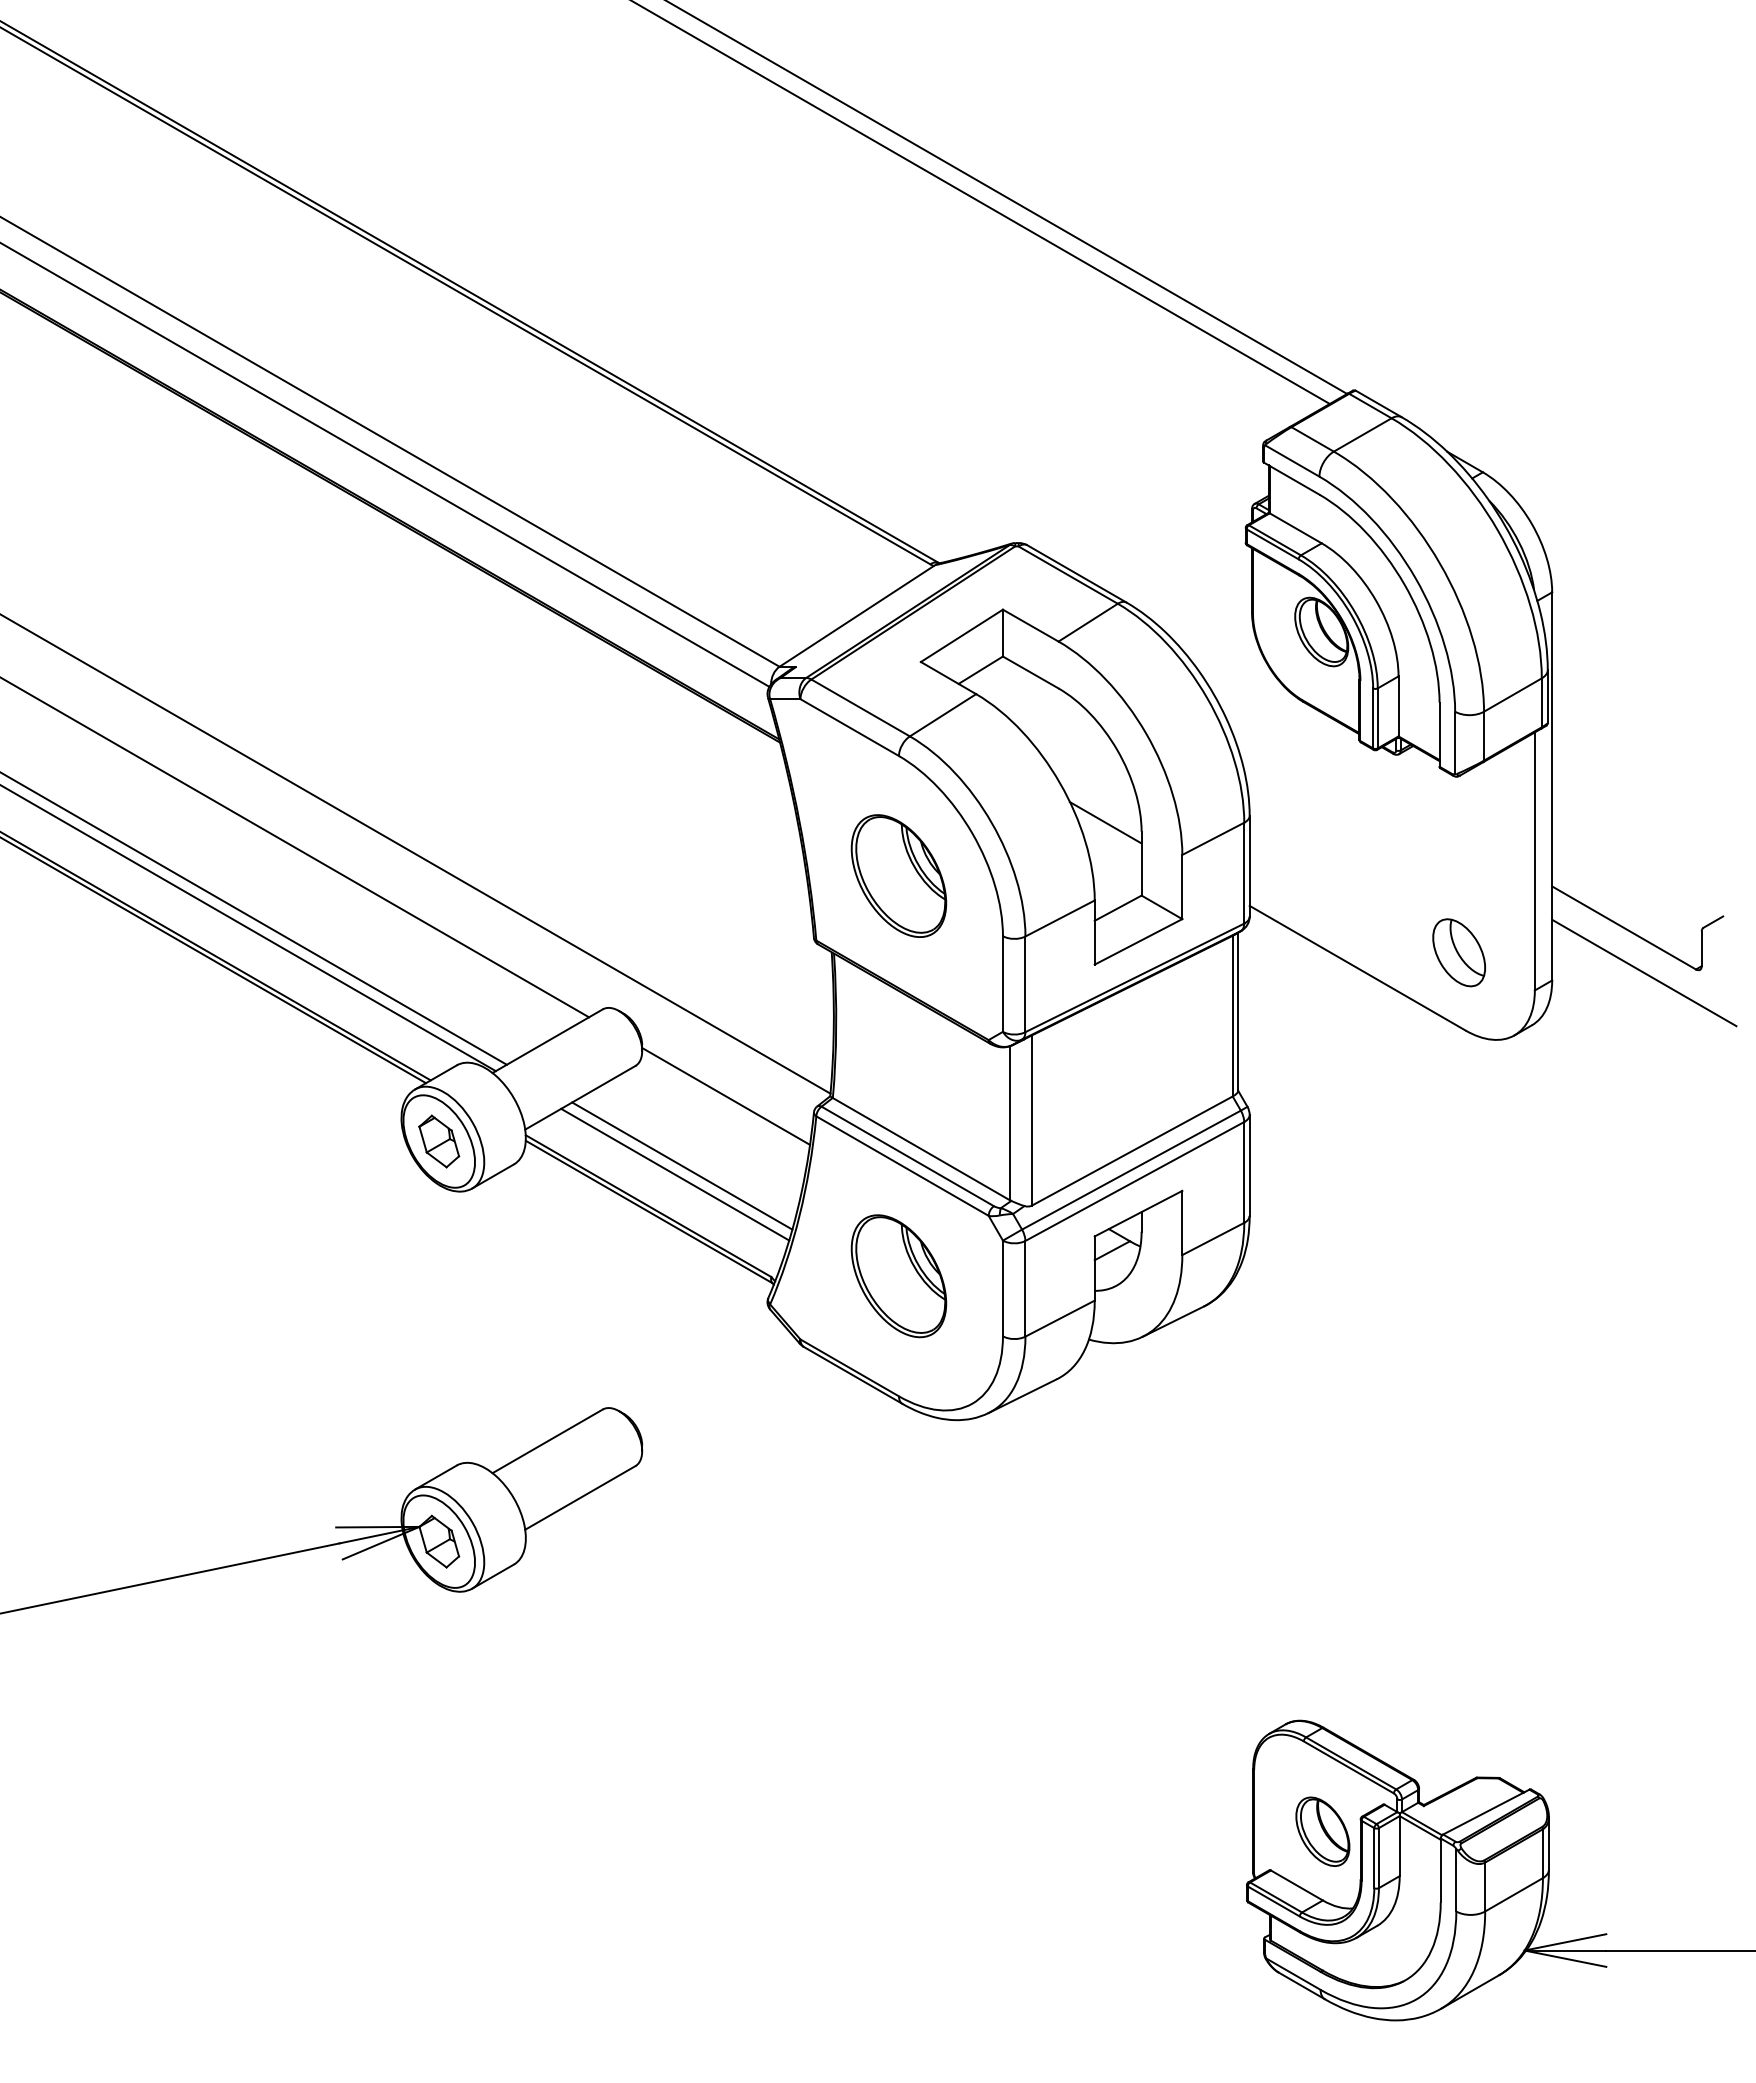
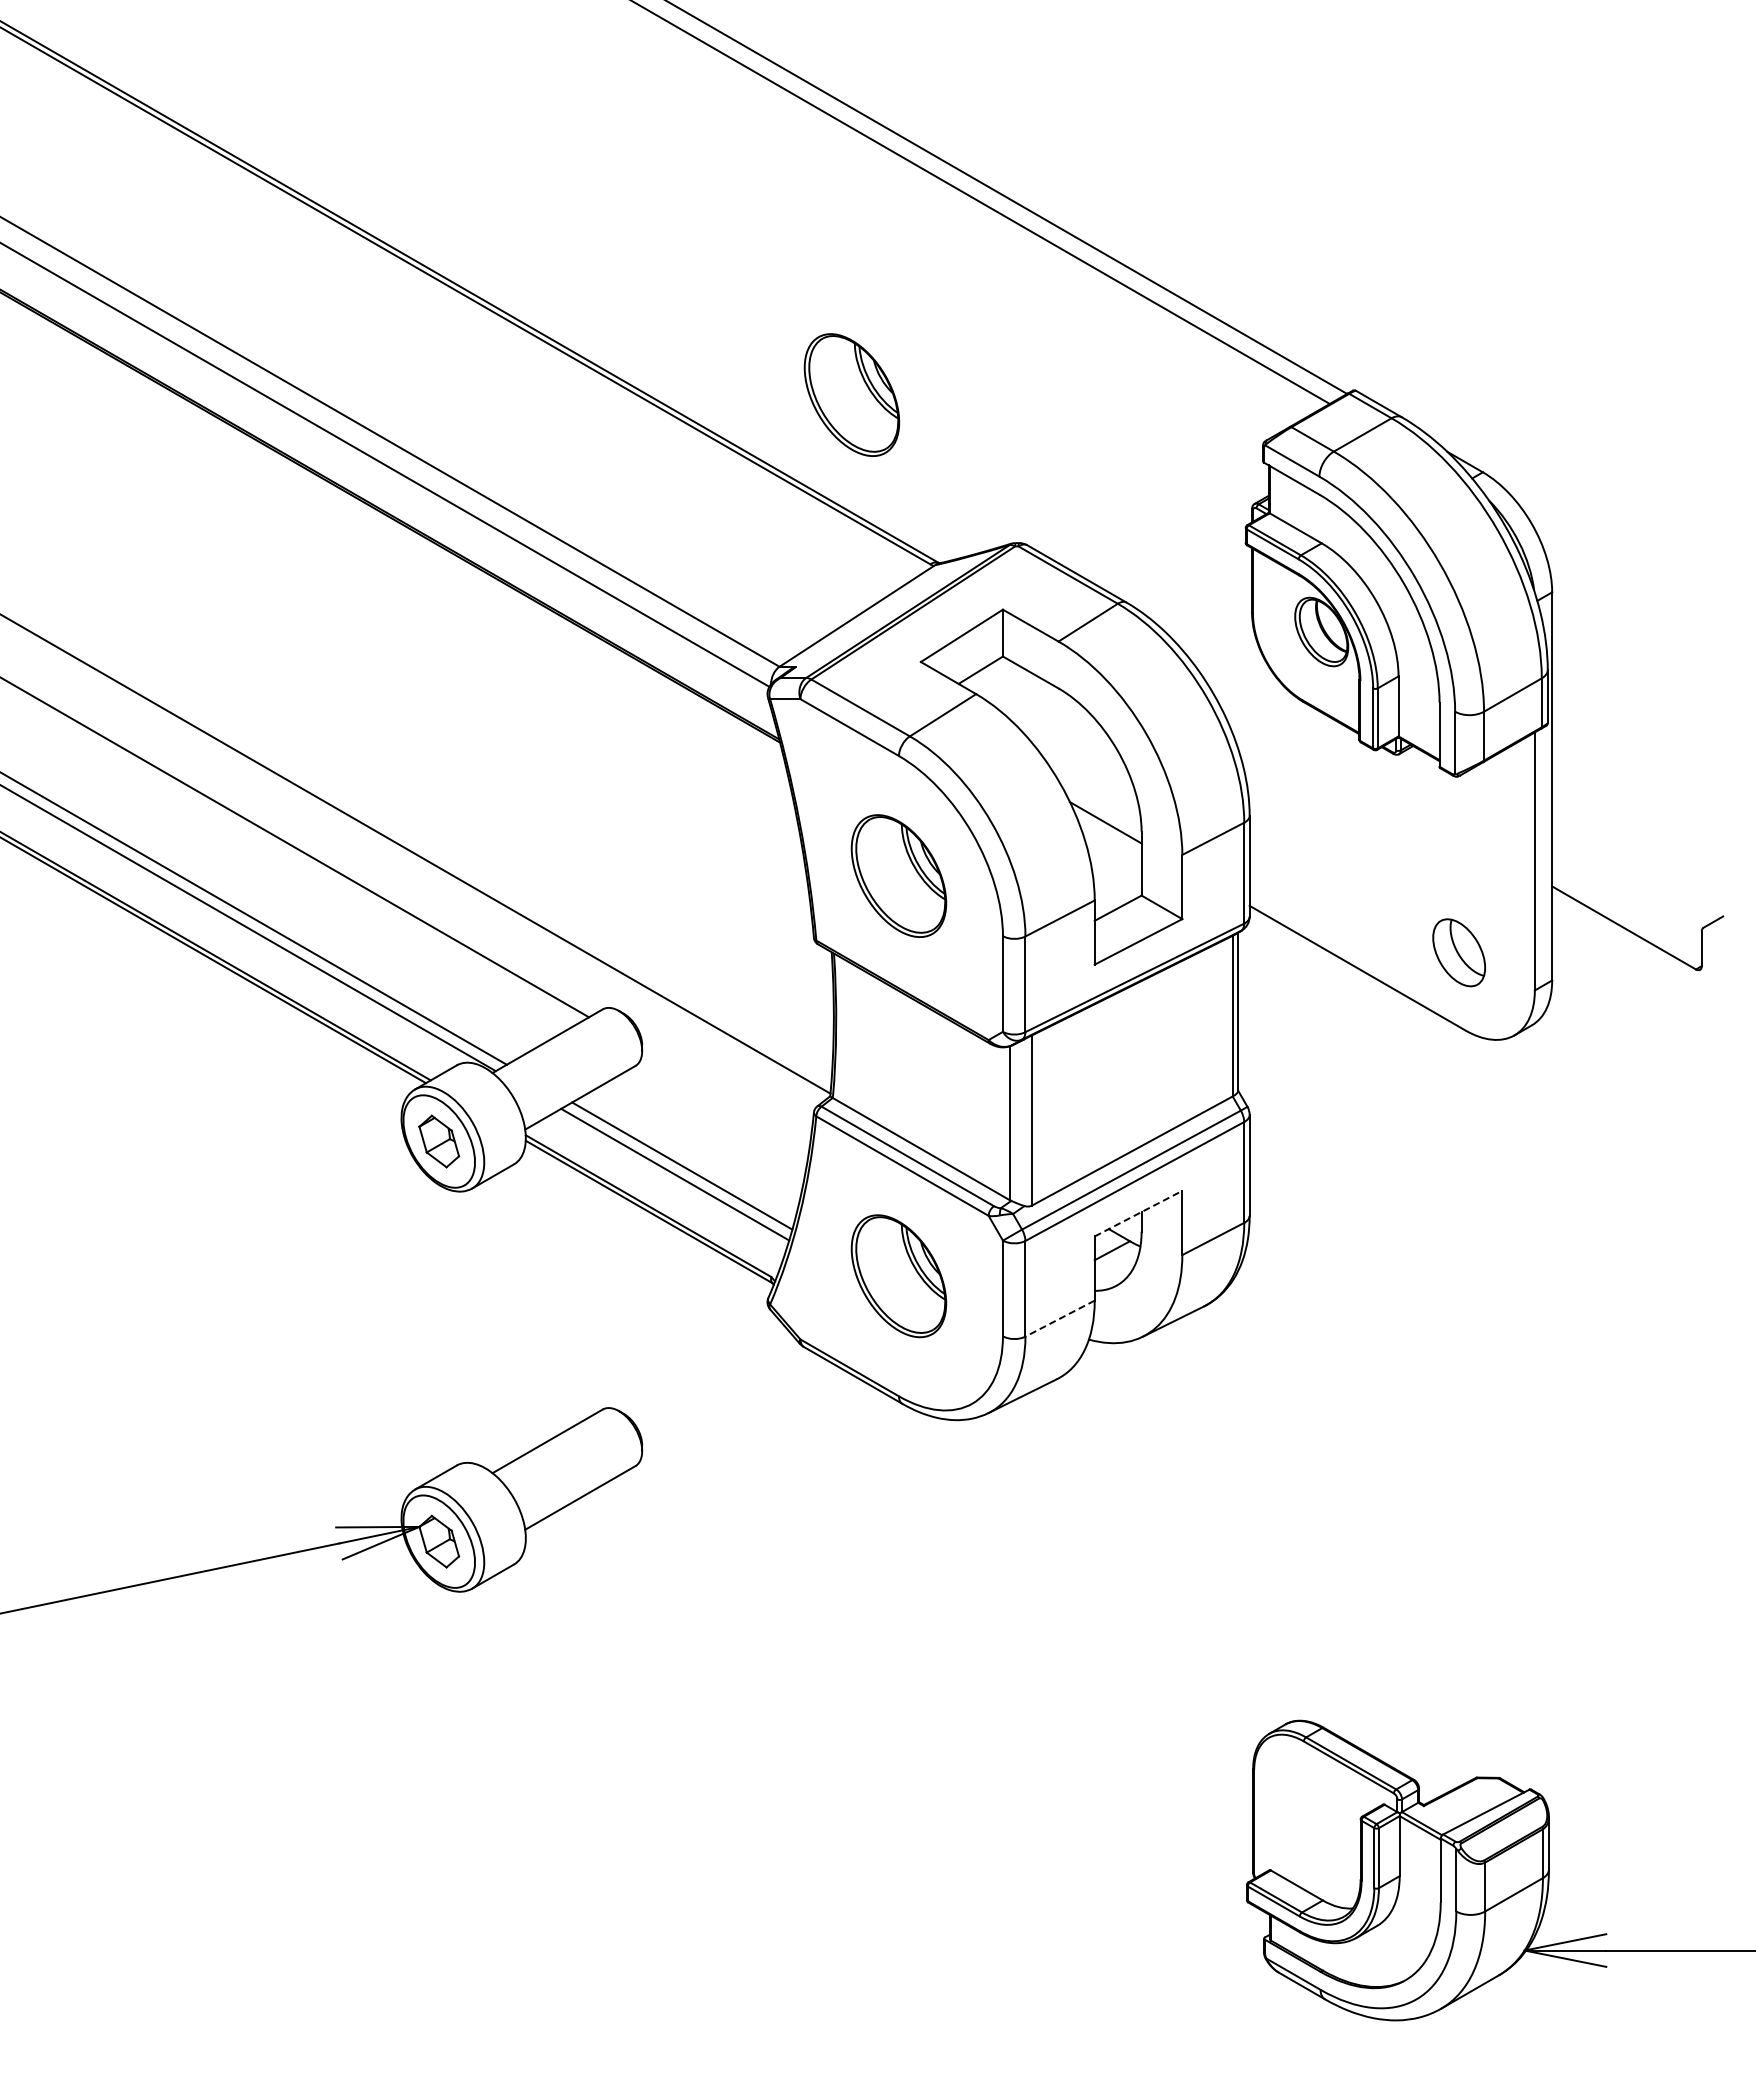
part at (851, 394): none -> present
line at (1644, 972): present -> none
line at (726, 1095): present -> none
line at (1138, 1213): solid -> dashed
line at (1059, 1318): solid -> dashed
part at (1322, 1831): present -> none
